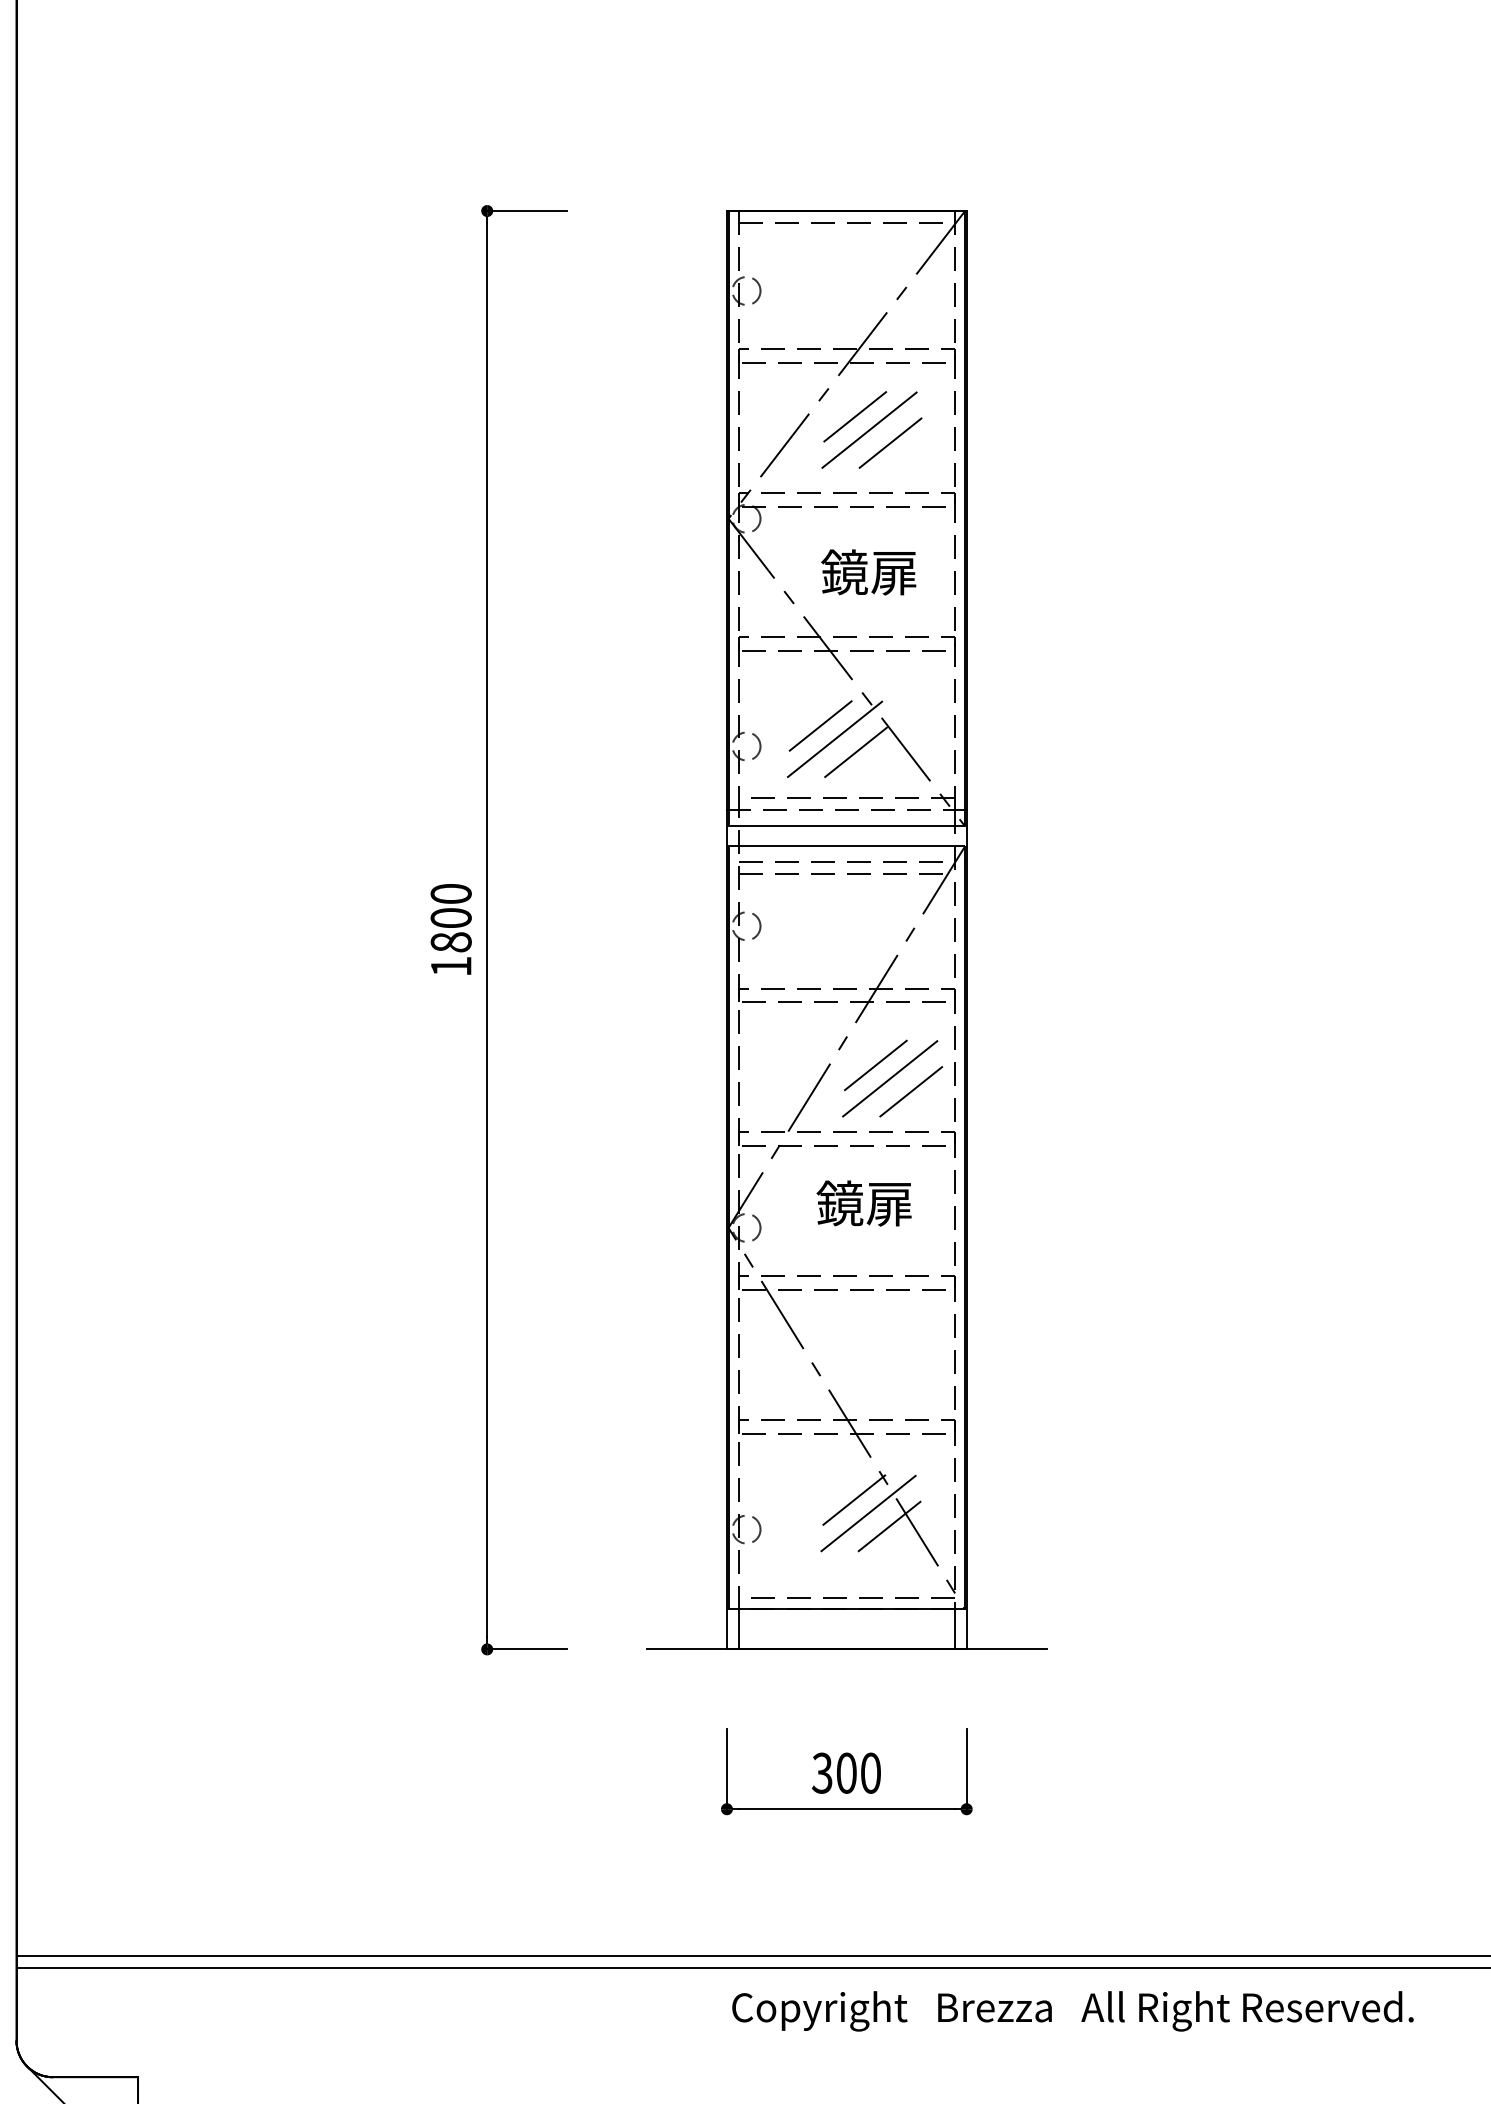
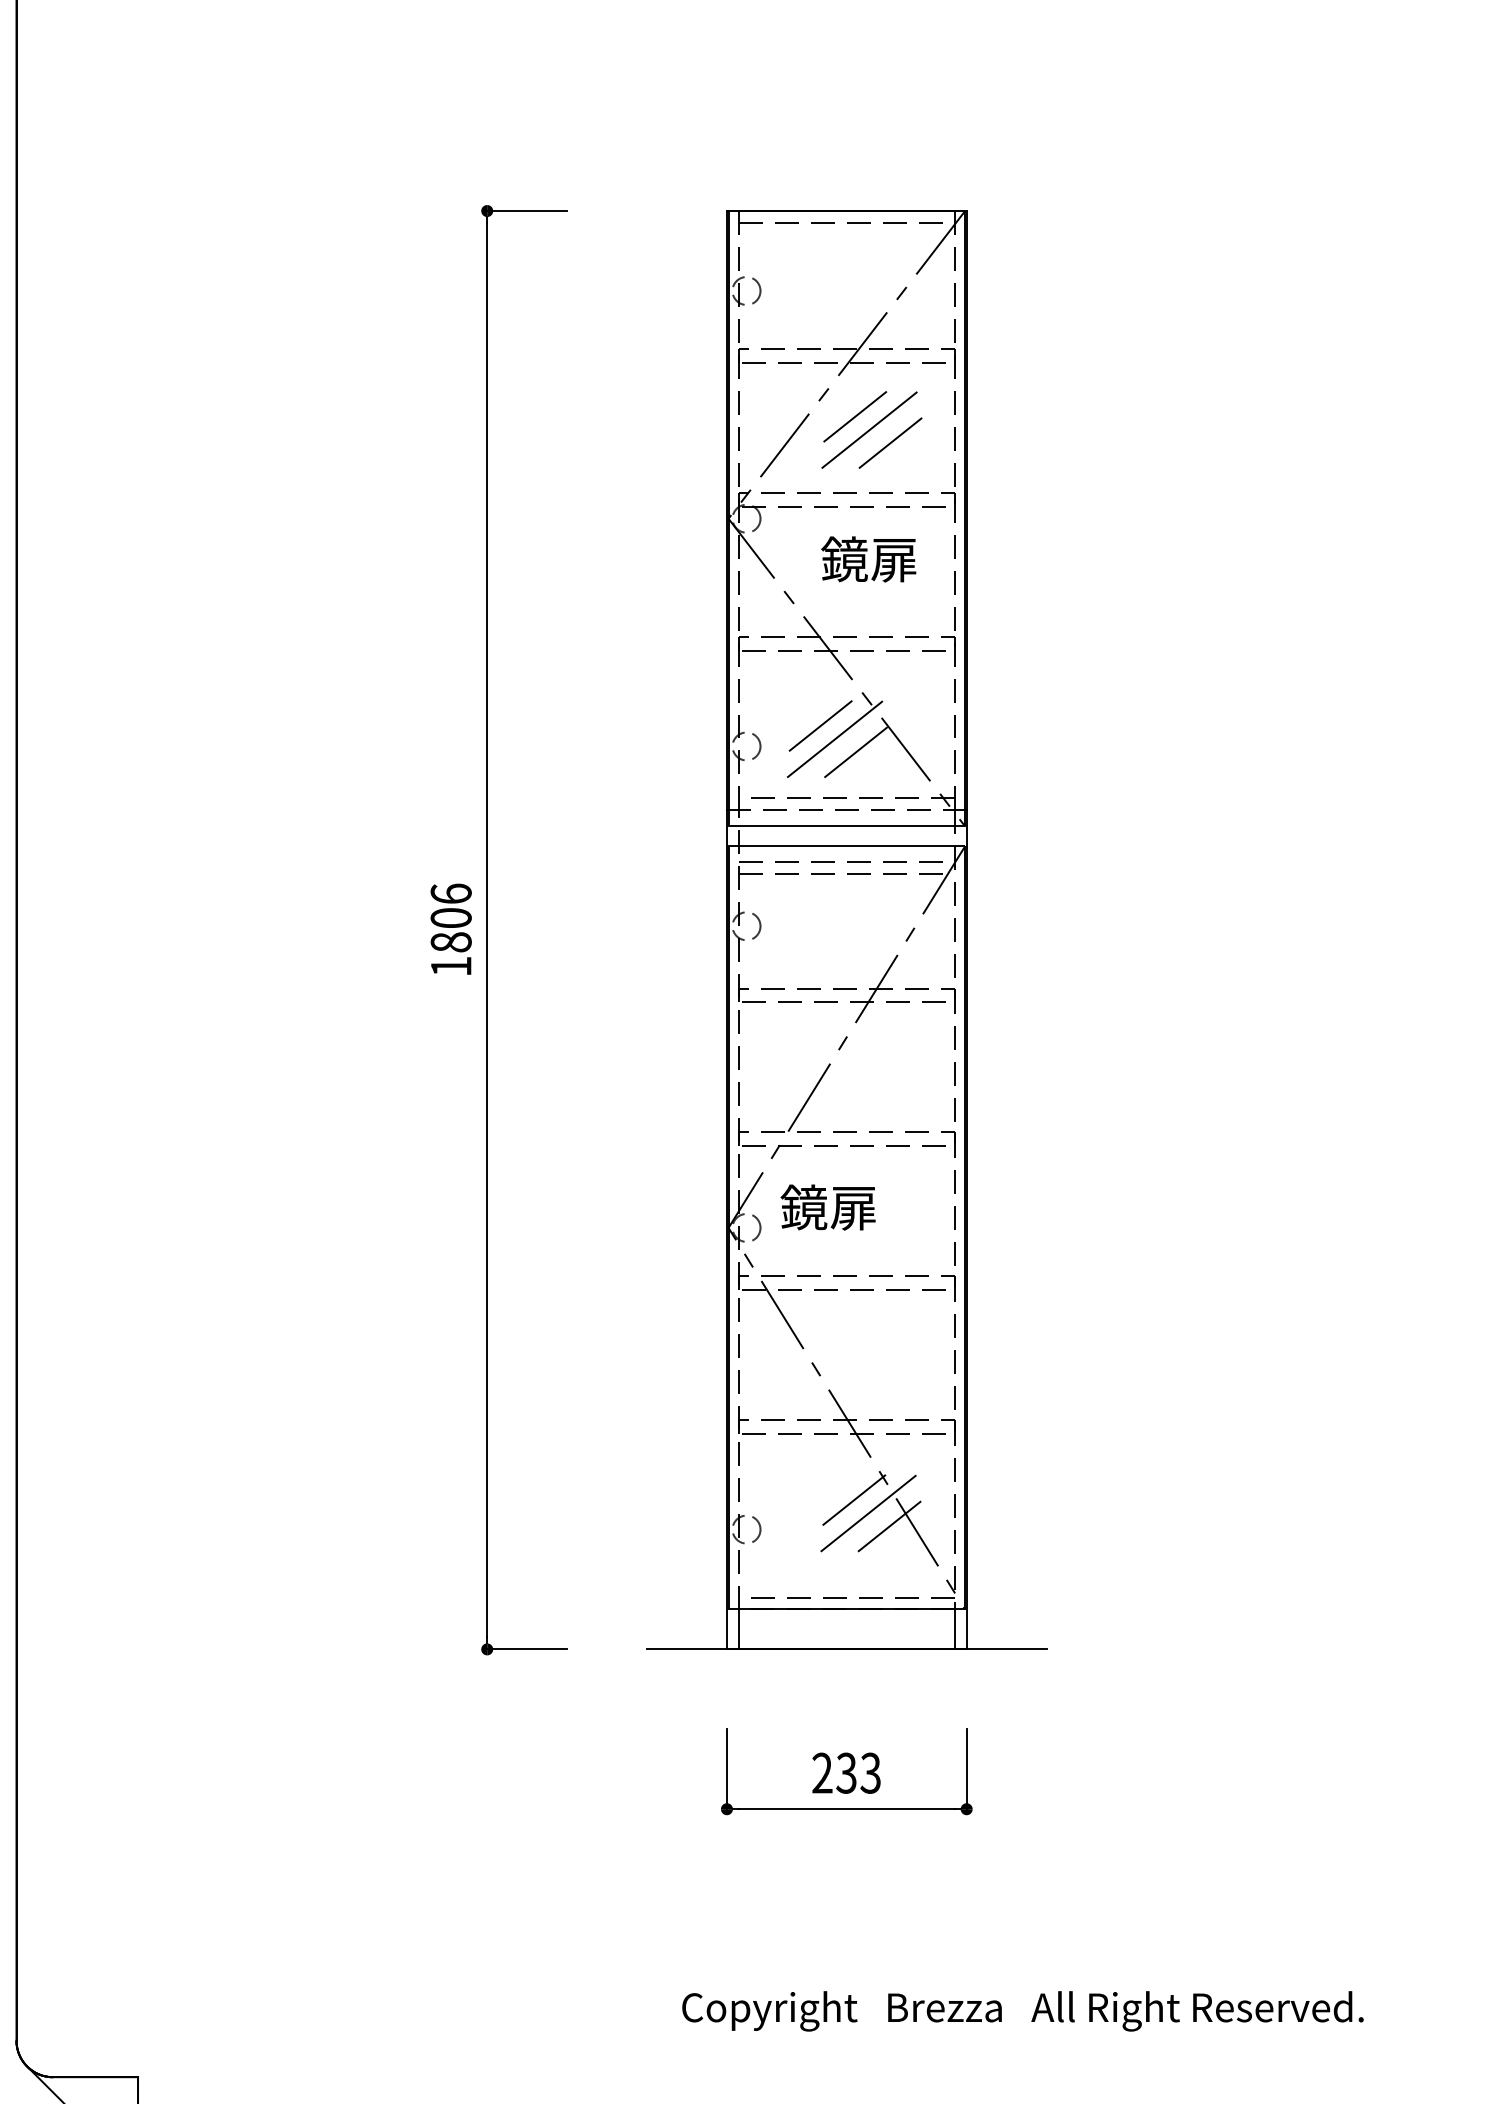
text at (868, 572) position: (868, 572) -> (868, 559)
text at (450, 893): 1800 -> 1806
part at (892, 1078): present -> none
text at (863, 1203) position: (863, 1203) -> (827, 1207)
text at (846, 1772): 300 -> 233
line at (751, 1955): present -> none
line at (751, 1967): present -> none
text at (1072, 2011) position: (1072, 2011) -> (1022, 2011)
